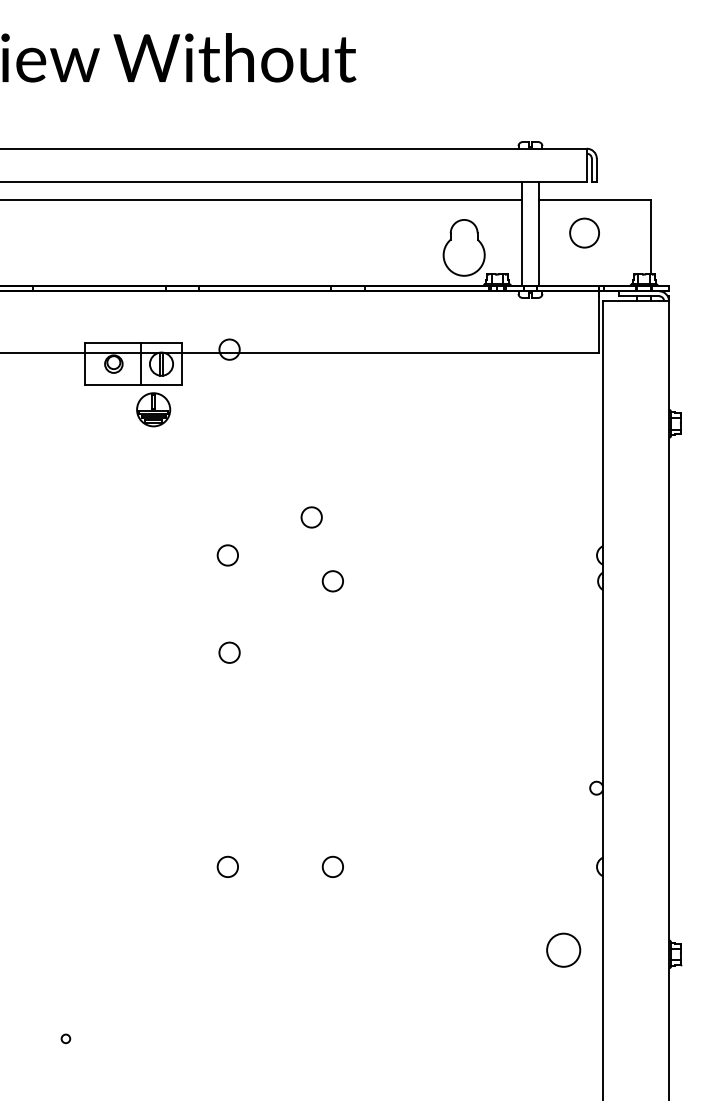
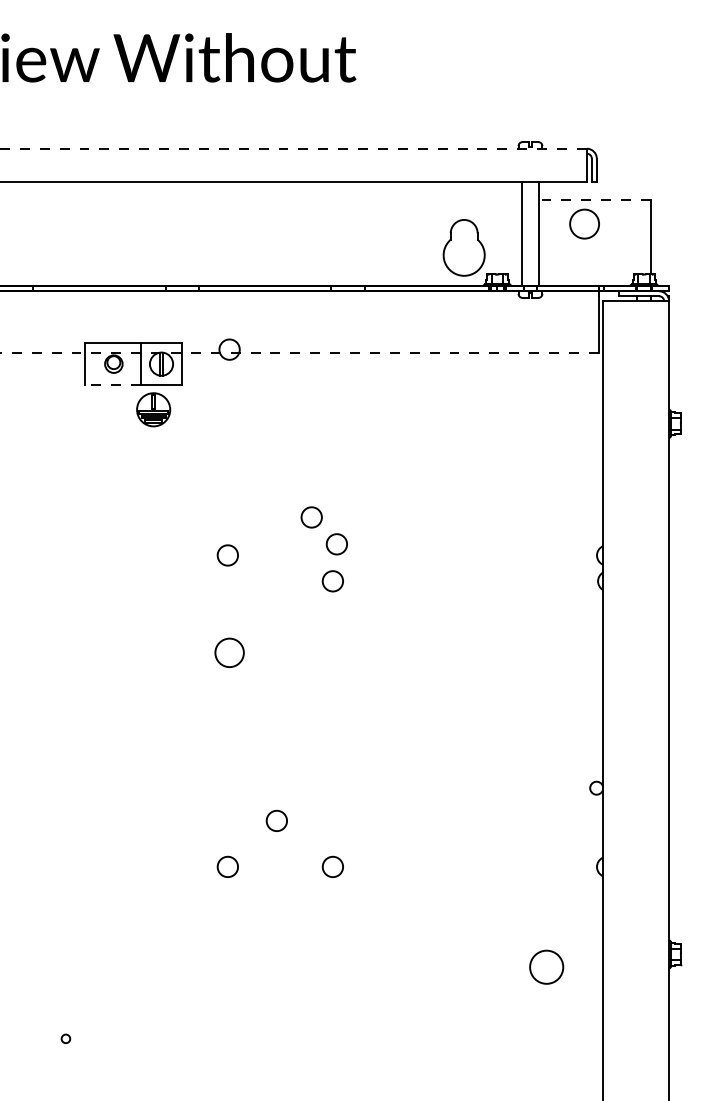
line at (293, 148): solid -> dashed
line at (262, 199): present -> none
line at (594, 199): solid -> dashed
circle at (584, 232) position: (584, 232) -> (584, 223)
line at (299, 352): solid -> dashed
line at (112, 384): solid -> dashed
circle at (336, 544): none -> present
circle at (229, 652) size: 23x23 px -> 31x31 px
circle at (276, 820): none -> present
circle at (563, 949) position: (563, 949) -> (546, 966)
